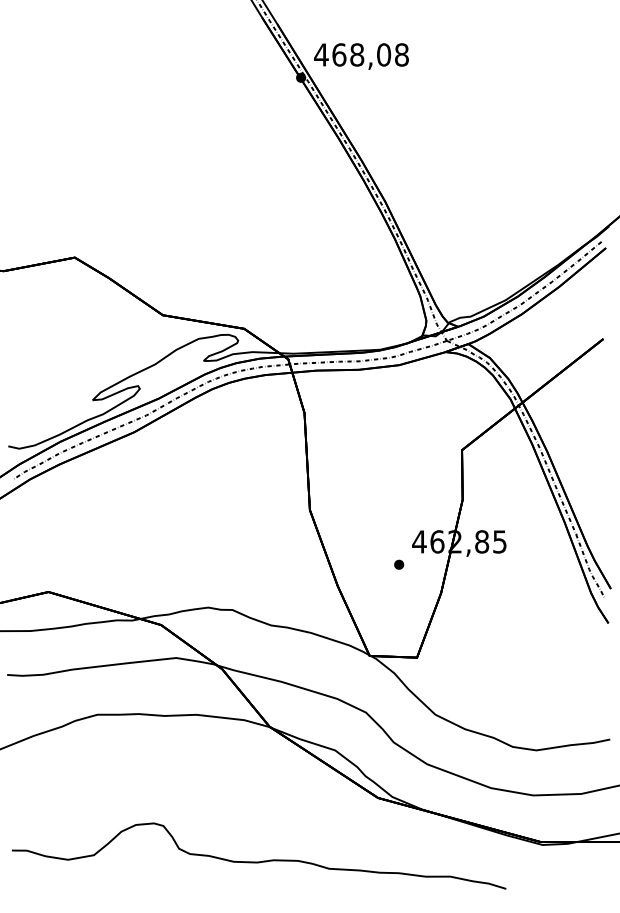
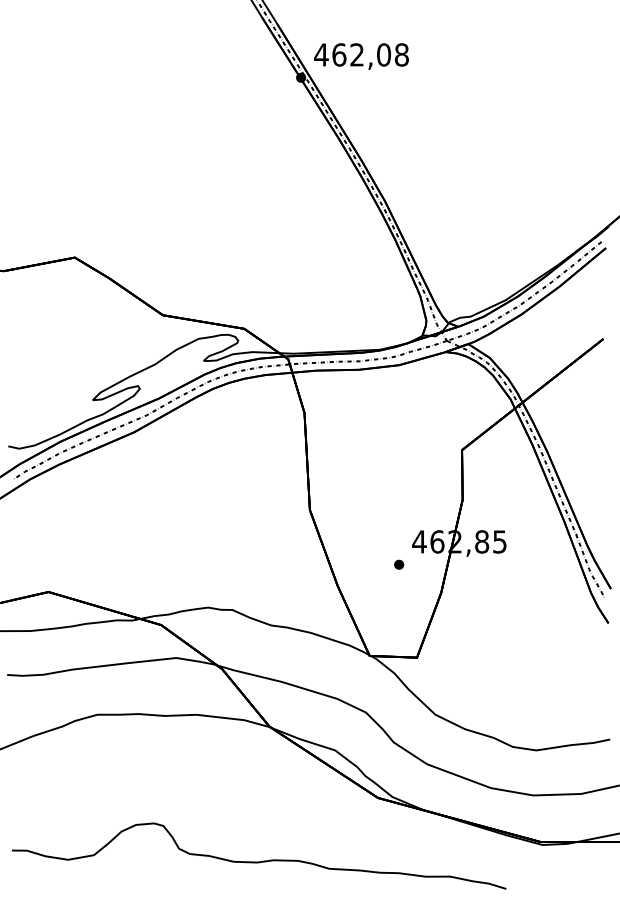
text at (357, 54): 468,08 -> 462,08
